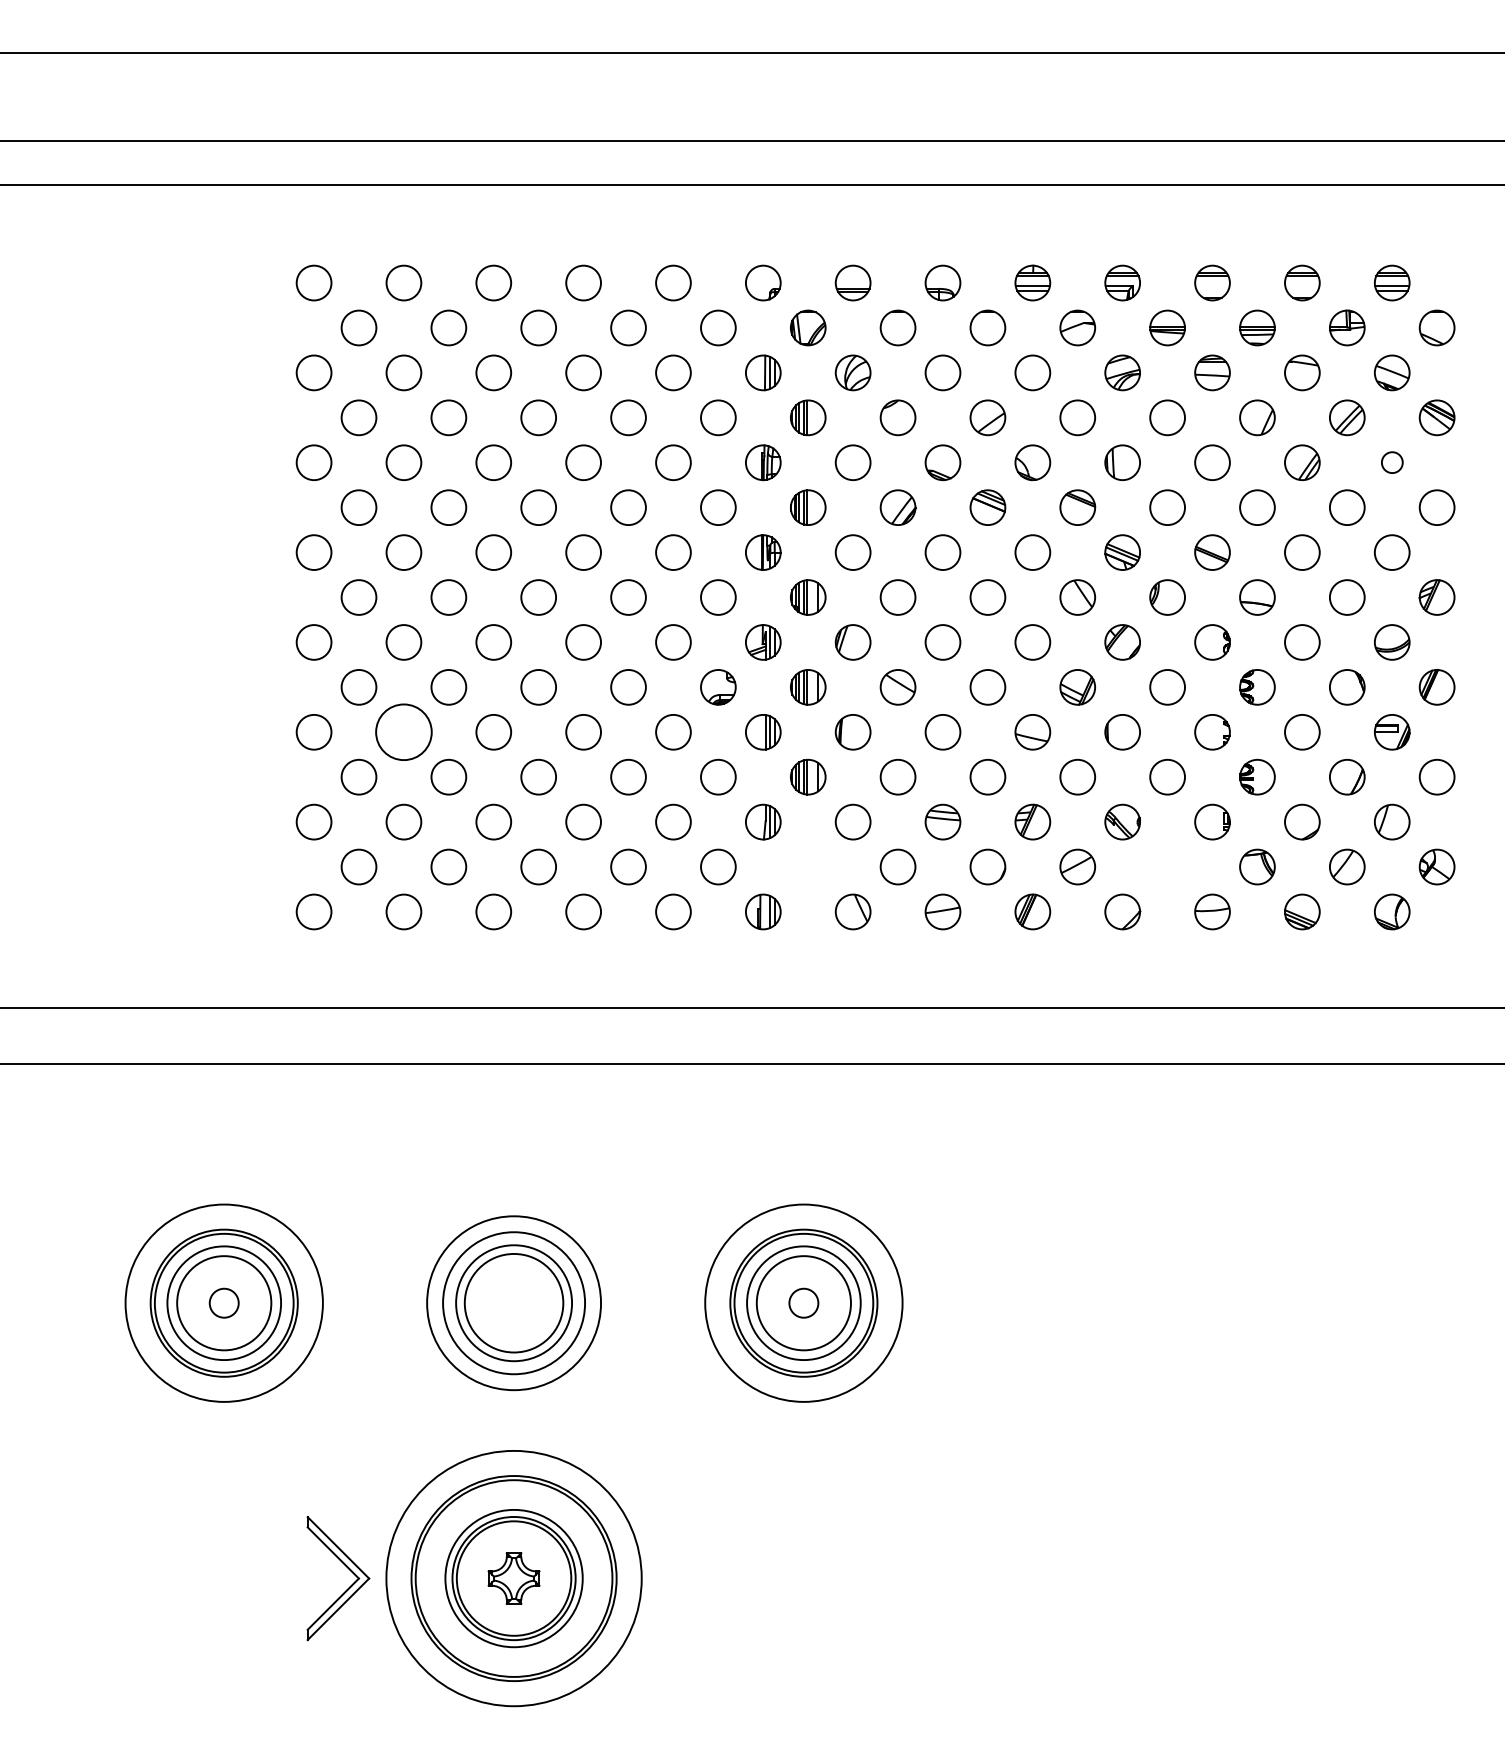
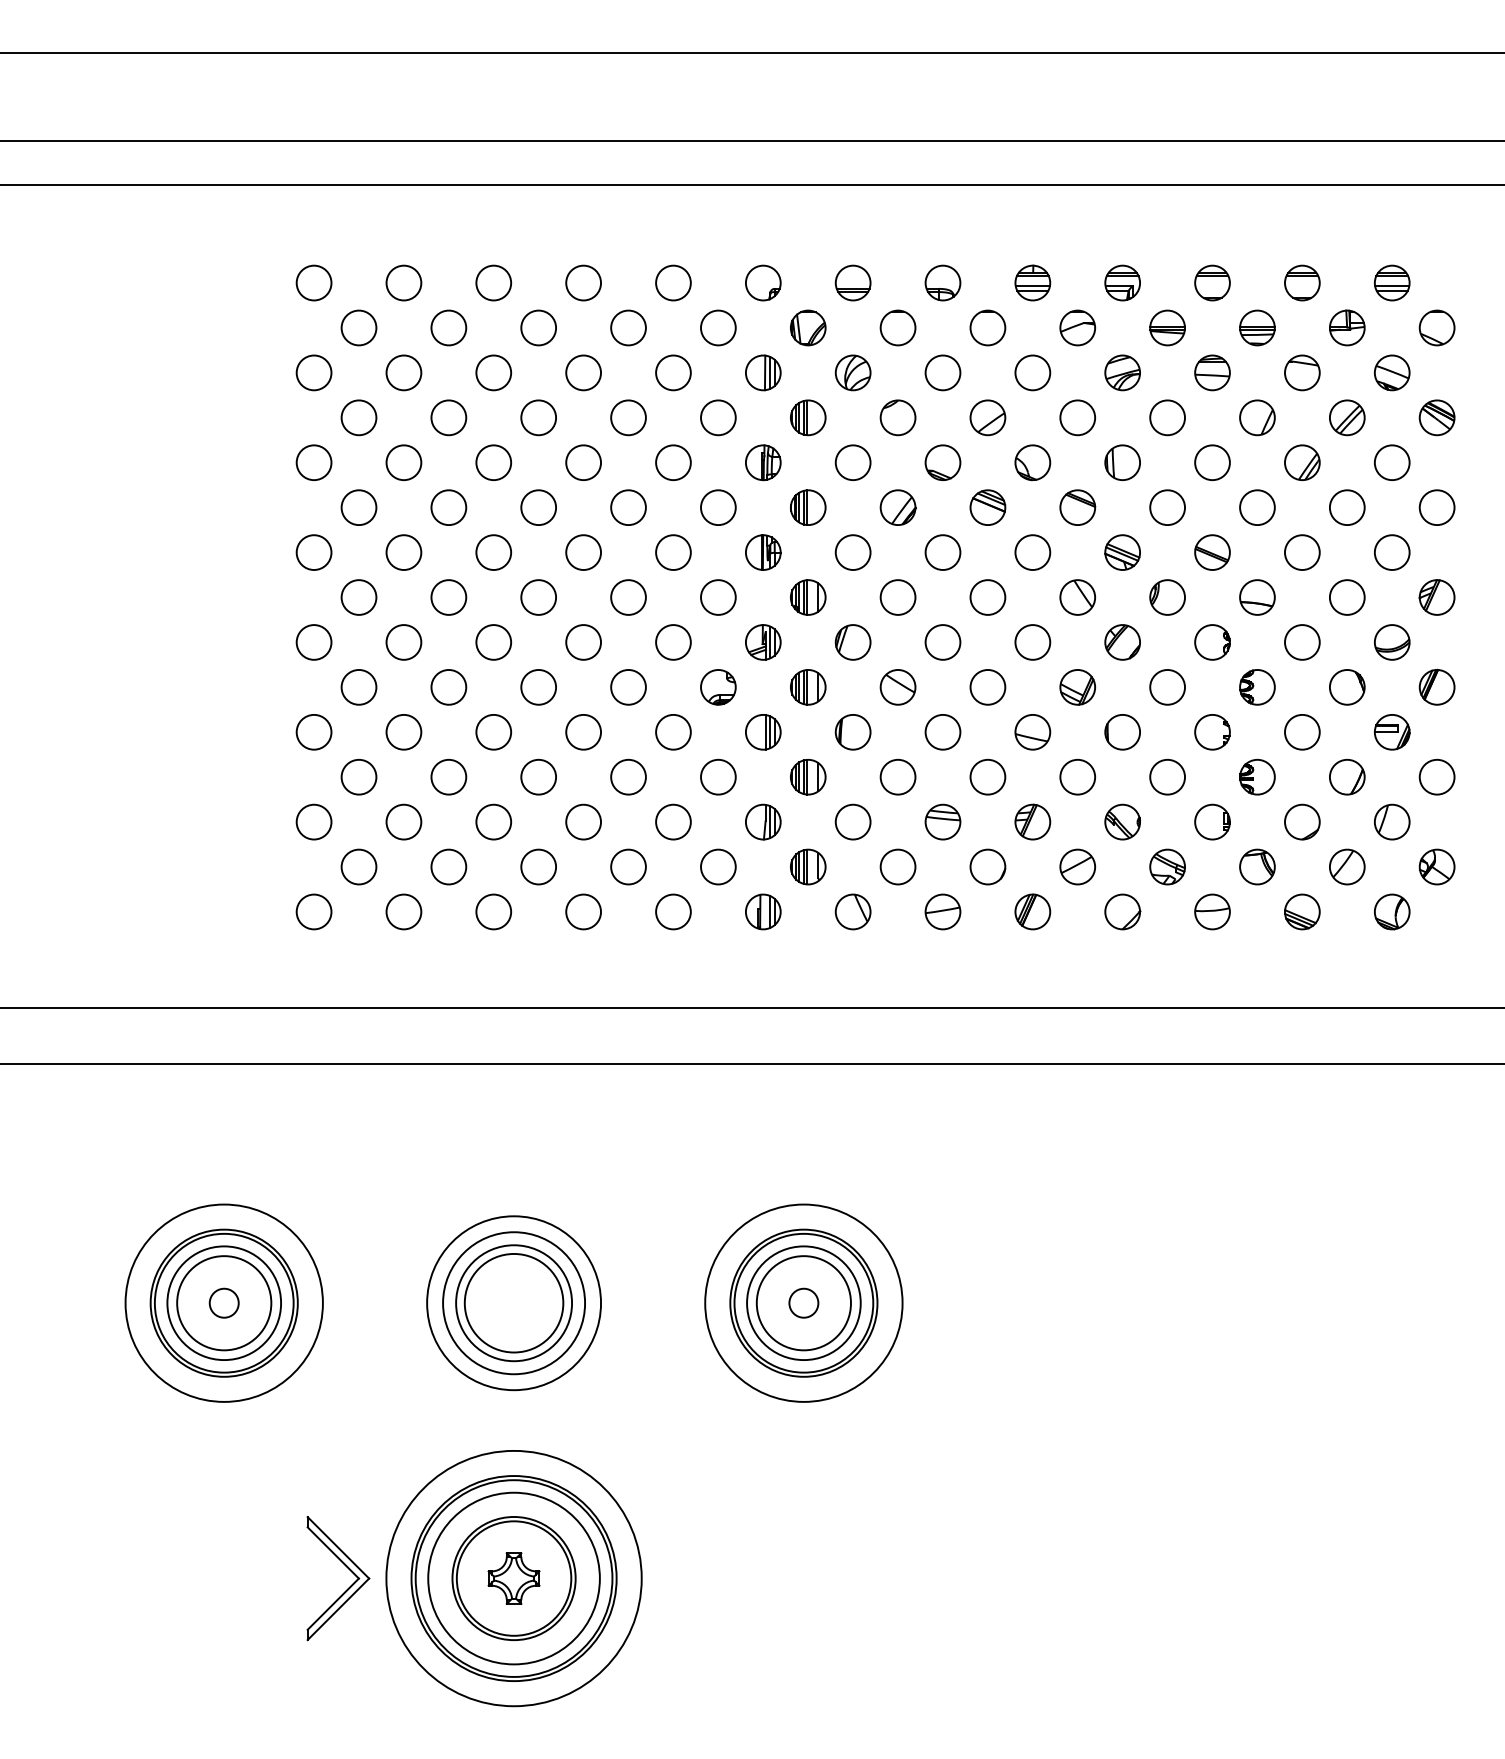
circle at (1392, 462) size: 23x23 px -> 37x37 px
circle at (403, 732) diameter: 56 px -> 35 px
part at (808, 866): none -> present
part at (1167, 866): none -> present
circle at (513, 1578) diameter: 137 px -> 172 px
